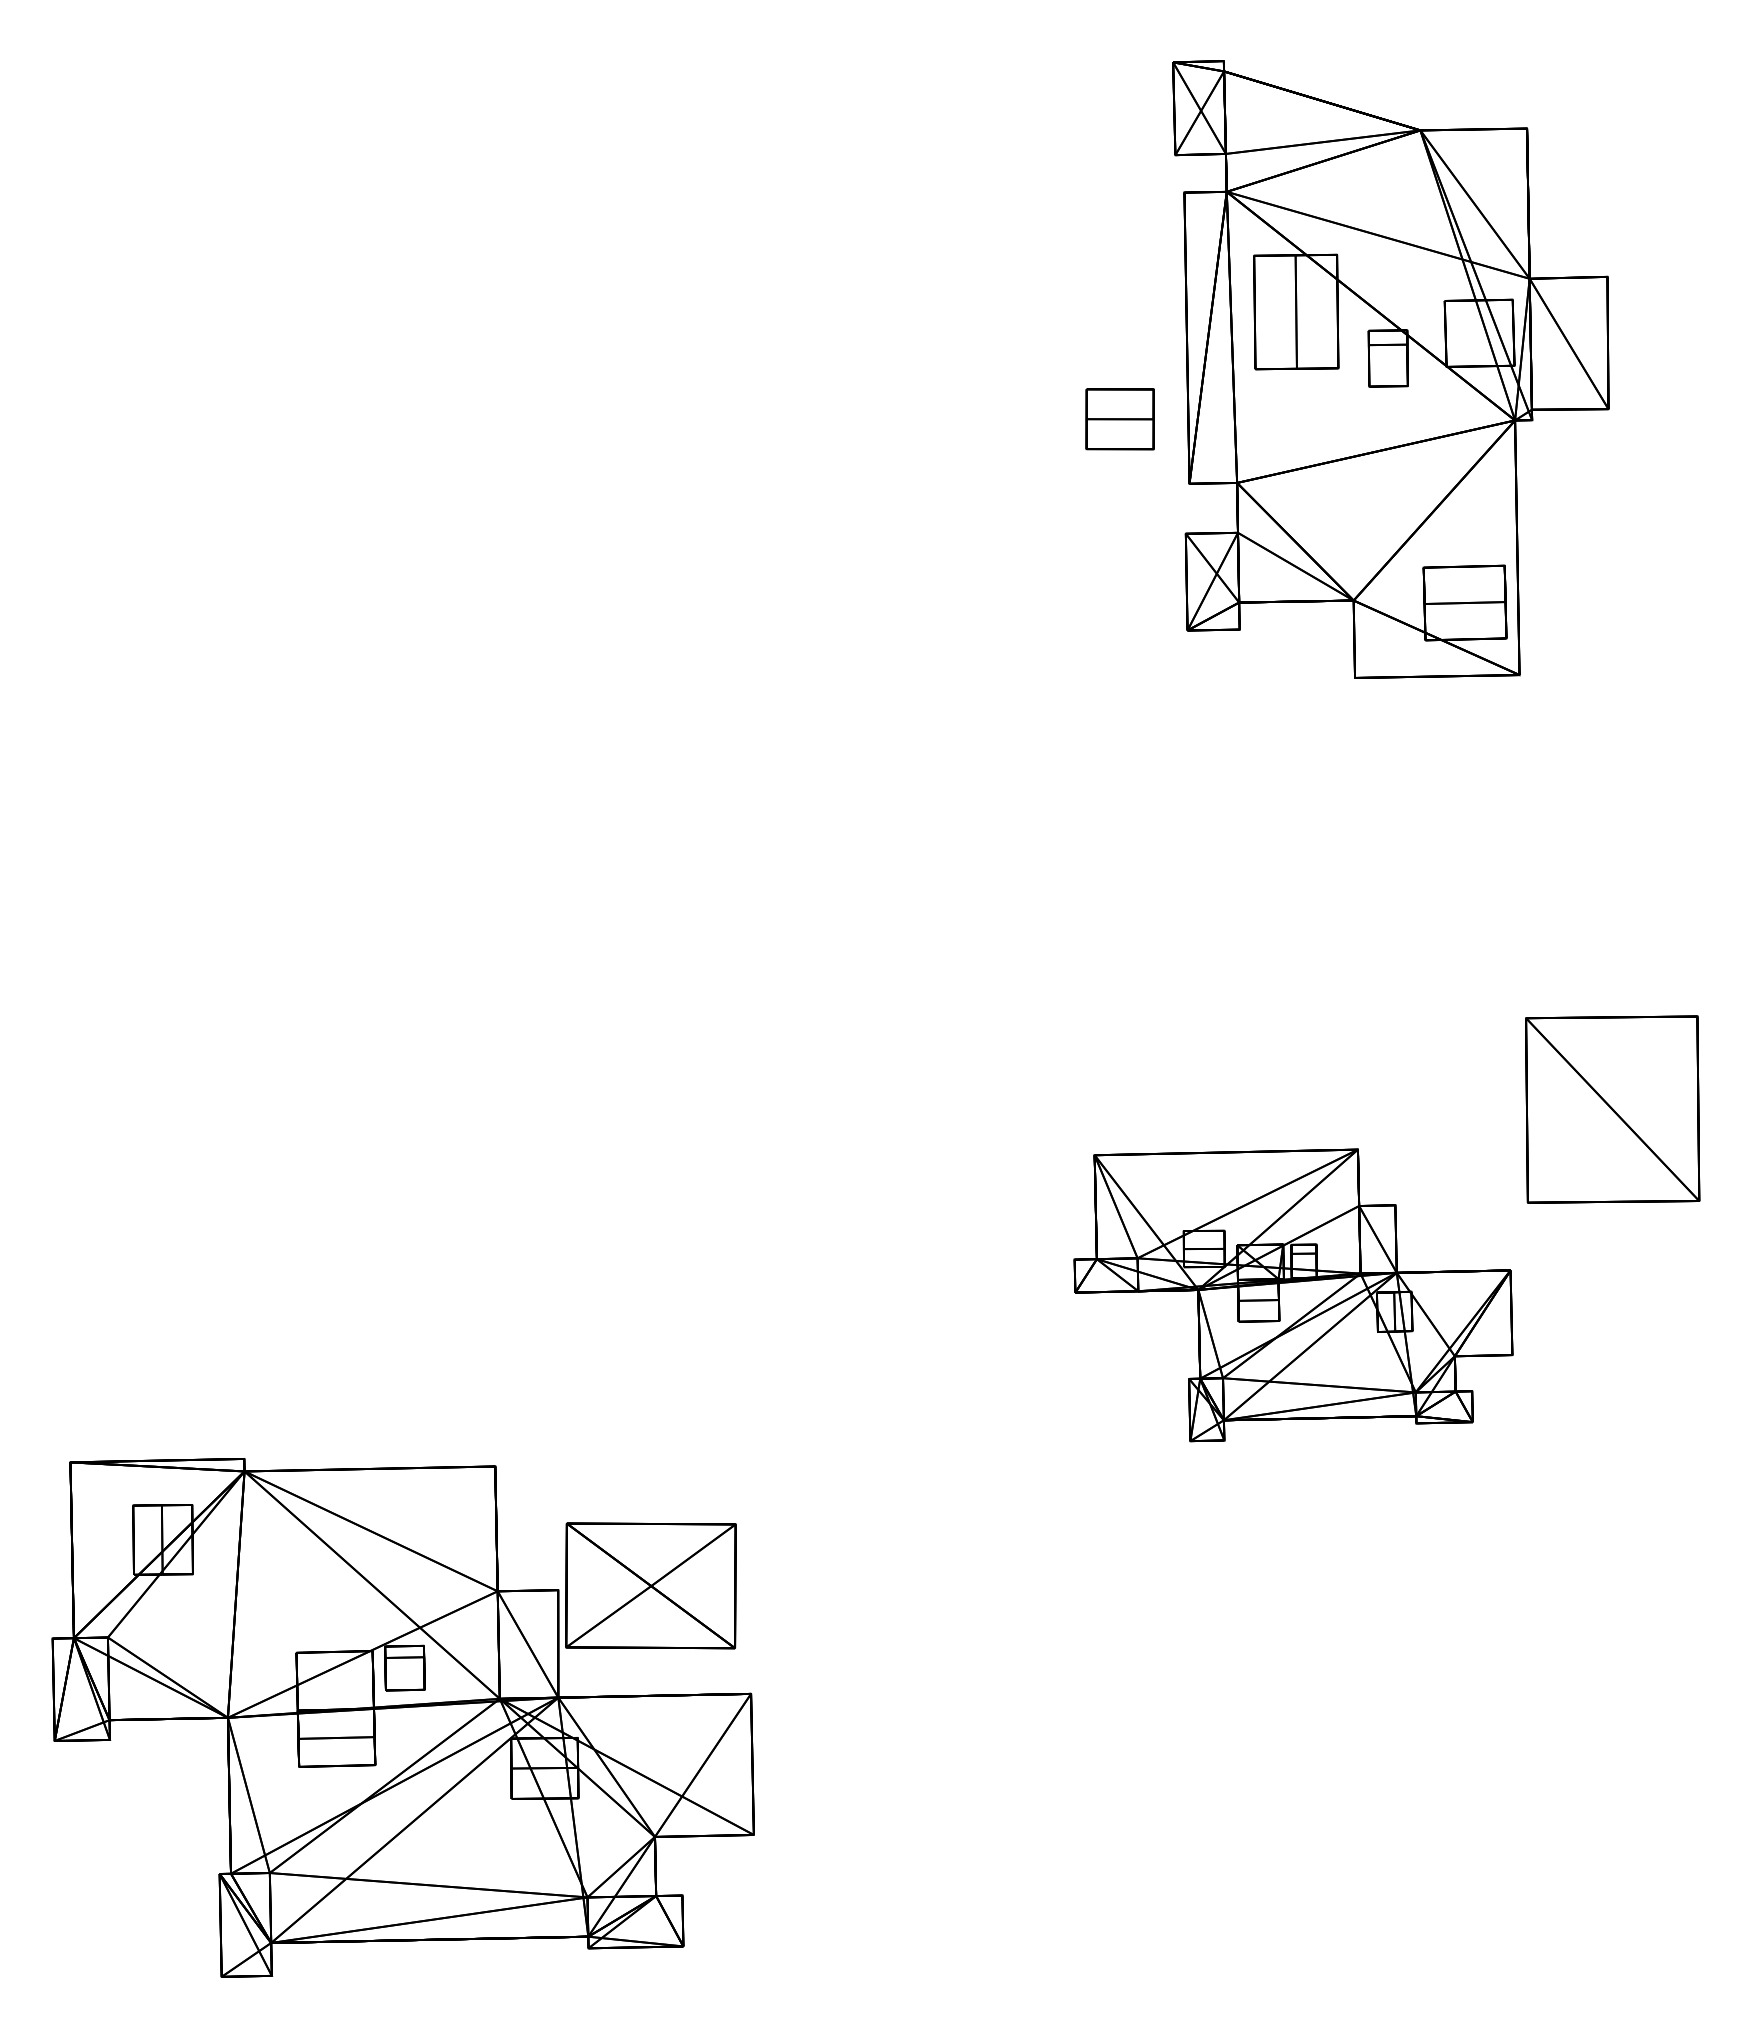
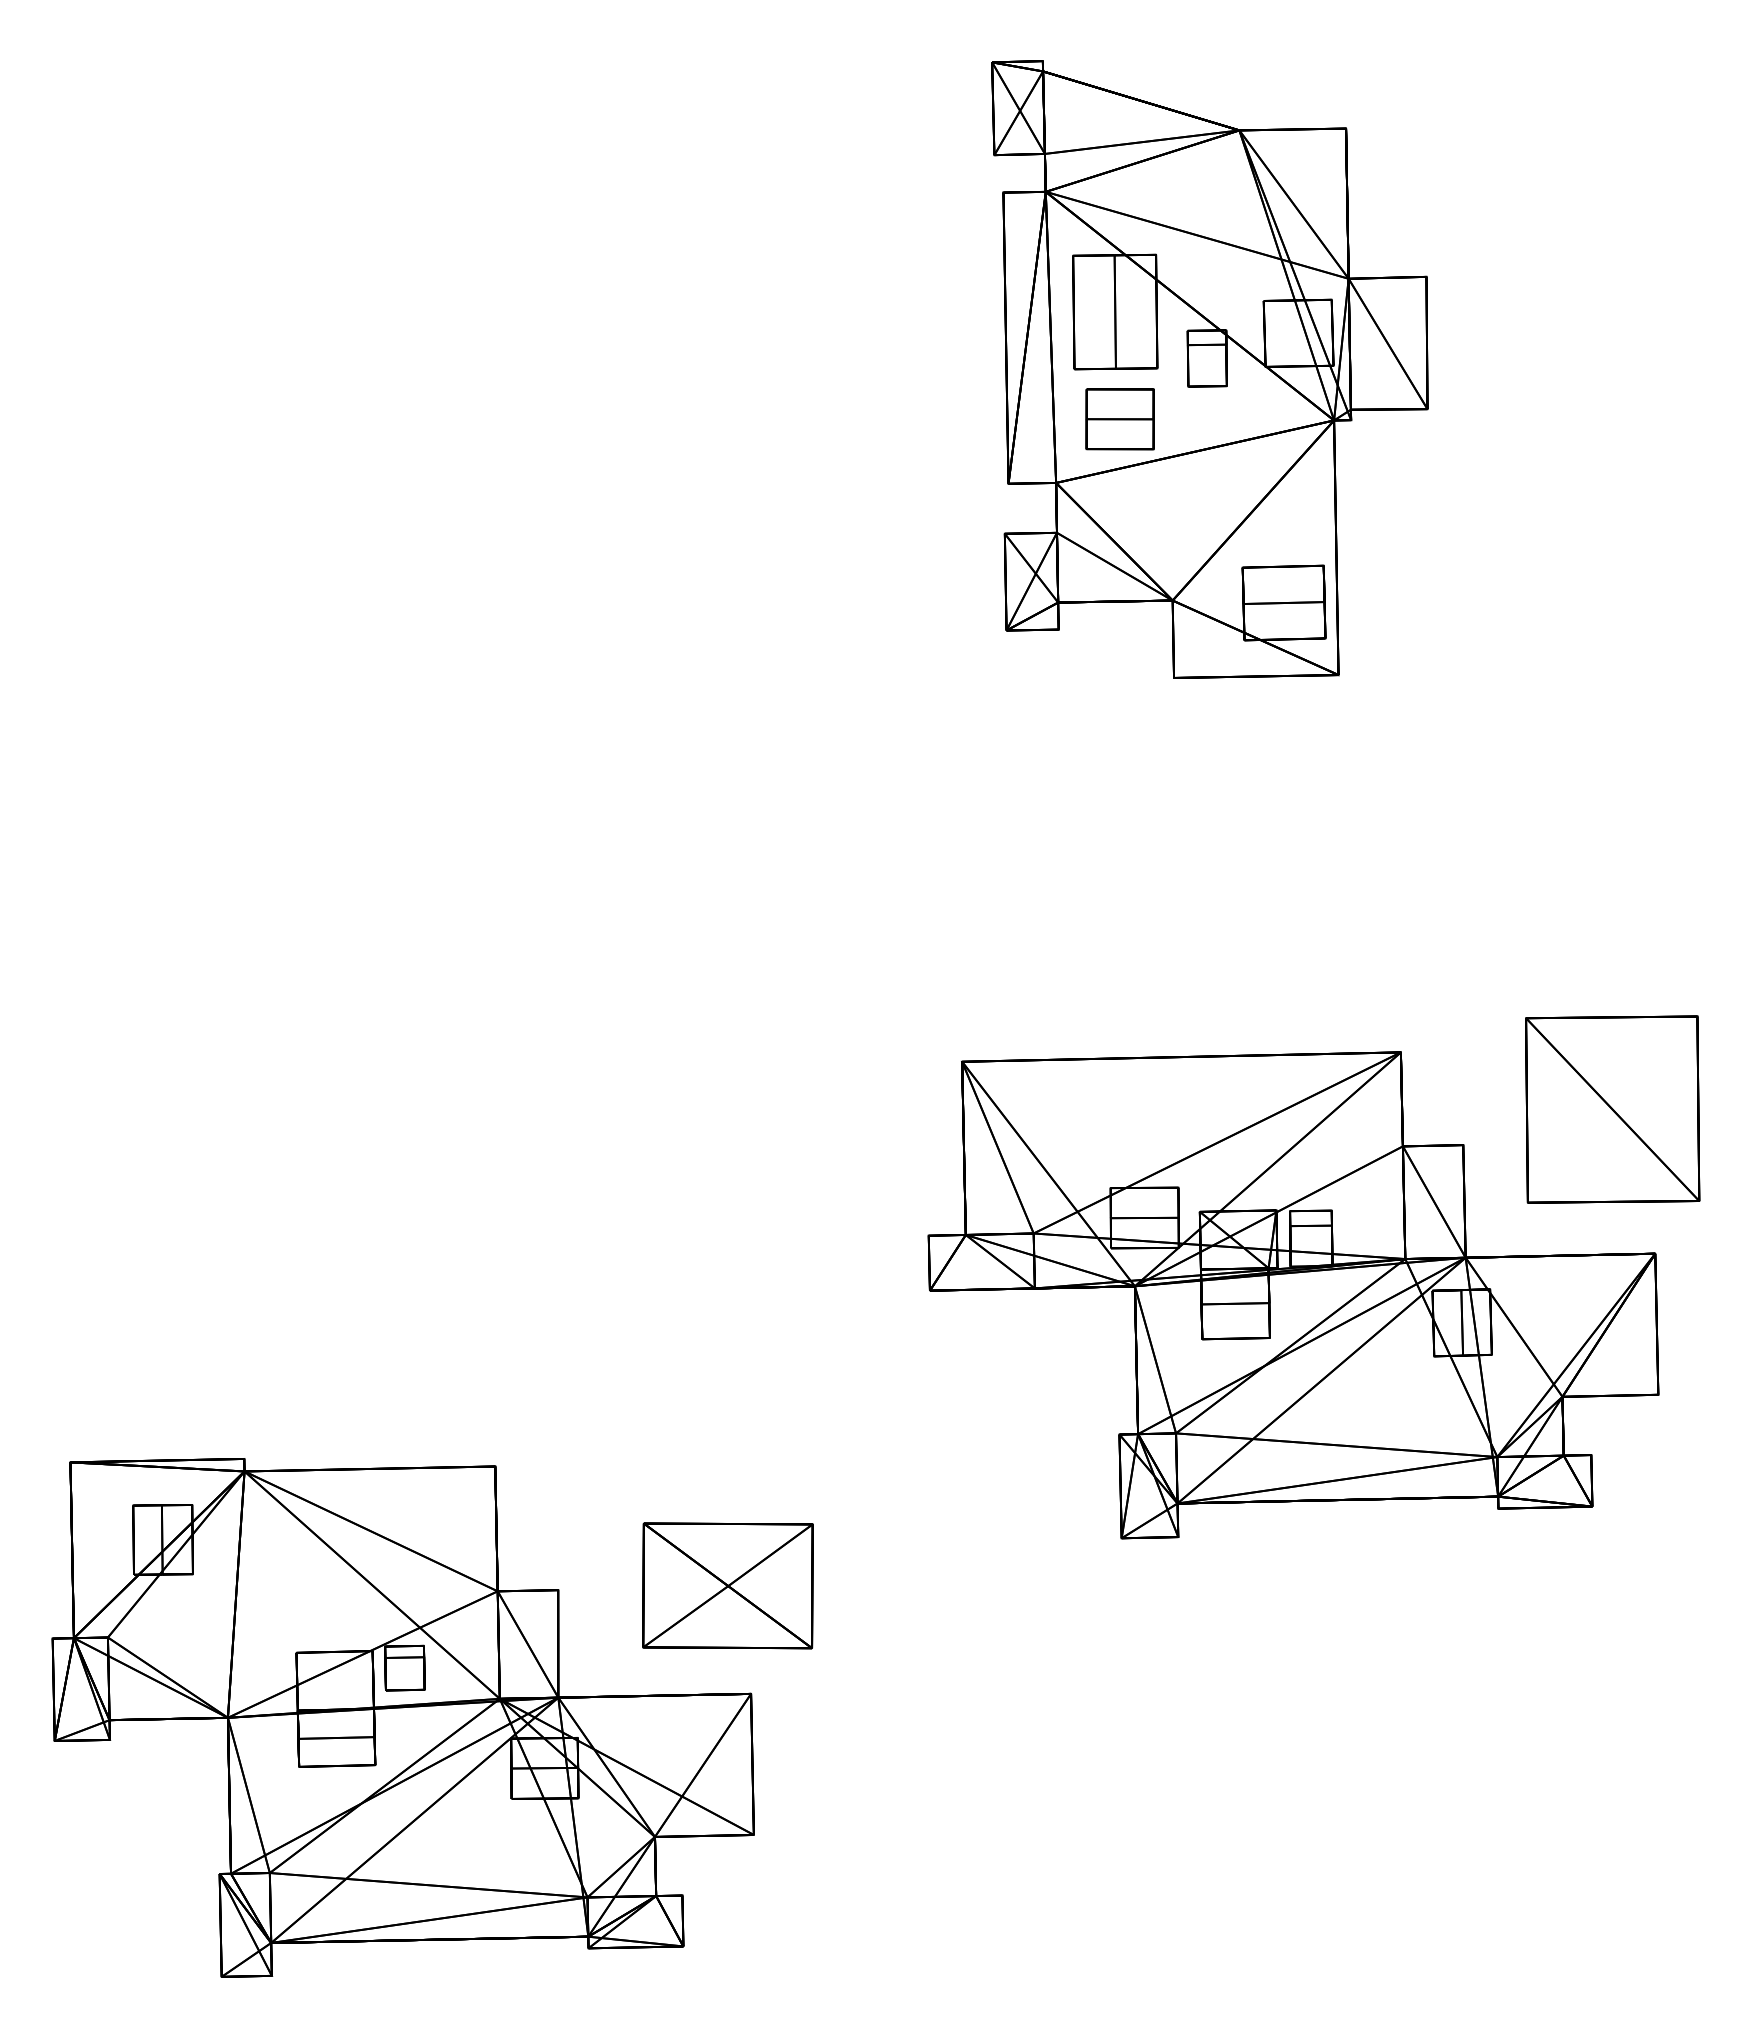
part at (1390, 369) position: (1390, 369) -> (1209, 369)
part at (1293, 1295) size: 441x295 px -> 733x489 px
part at (650, 1585) position: (650, 1585) -> (727, 1585)
